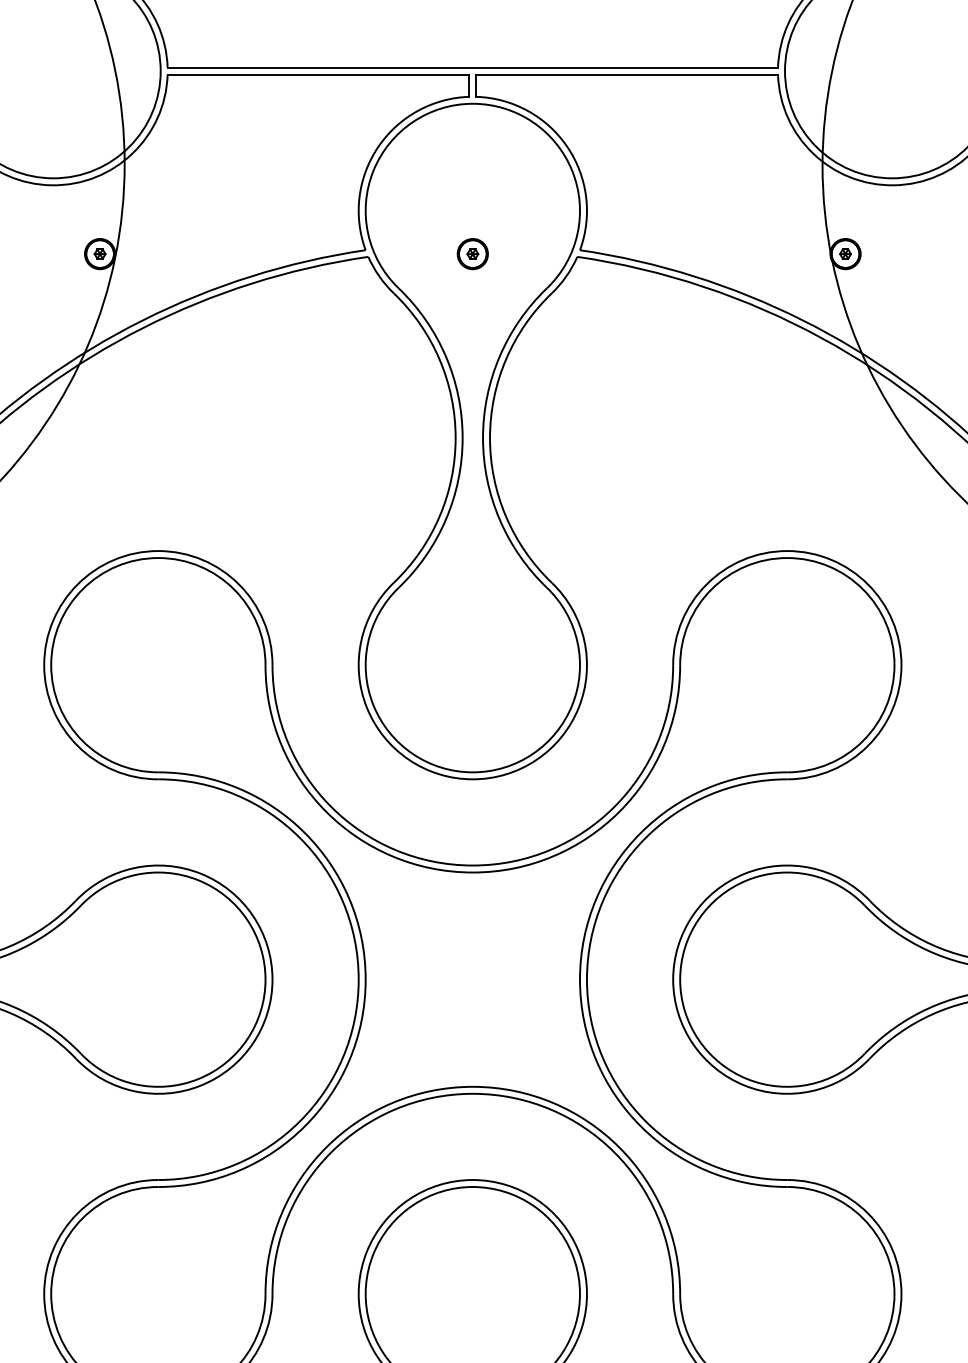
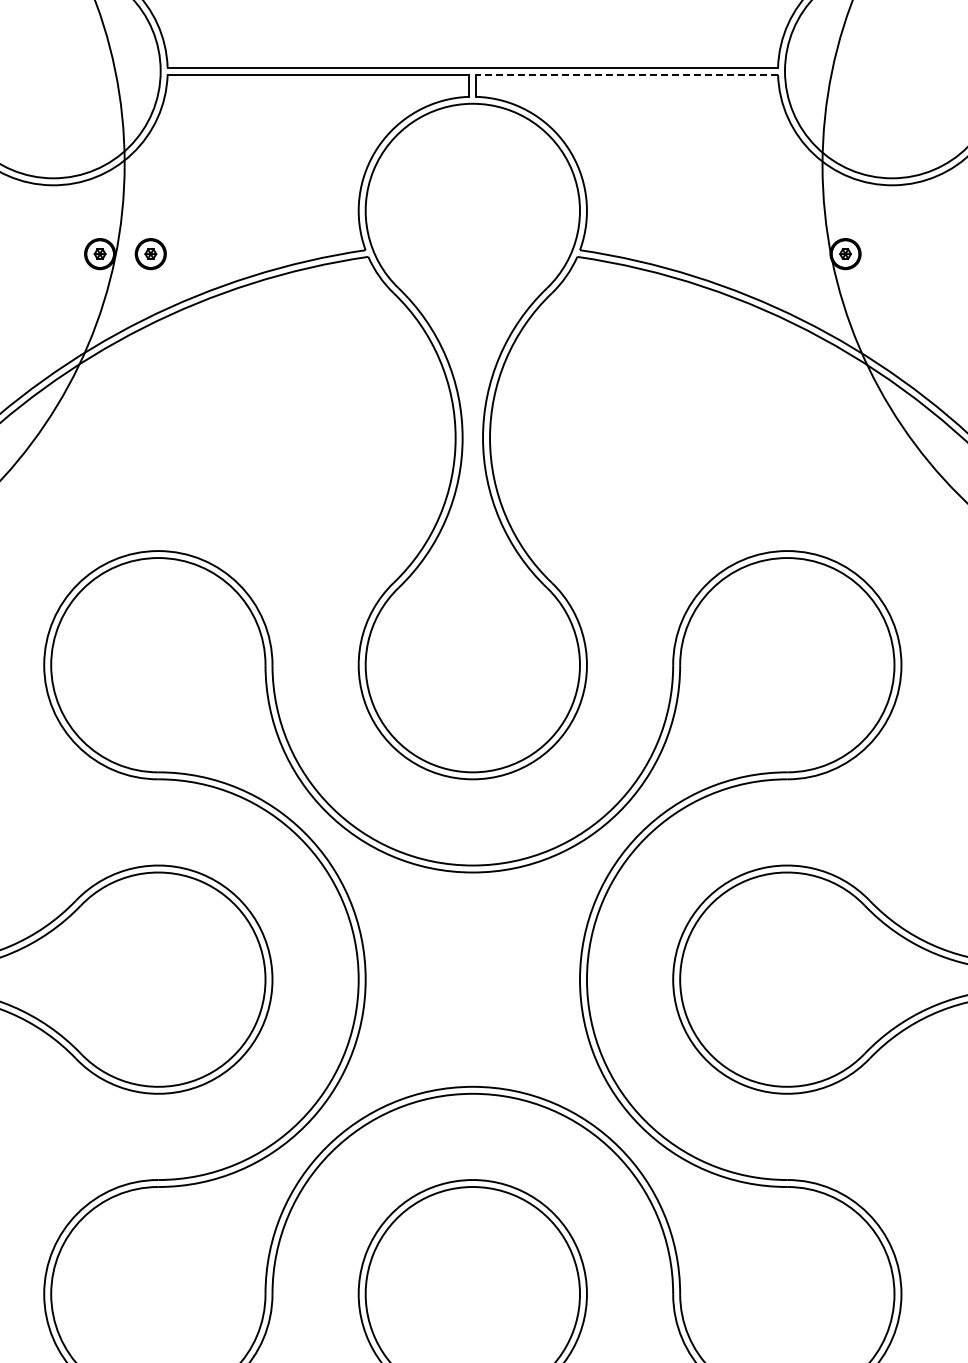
line at (627, 74): solid -> dashed
part at (472, 254) position: (472, 254) -> (150, 254)
